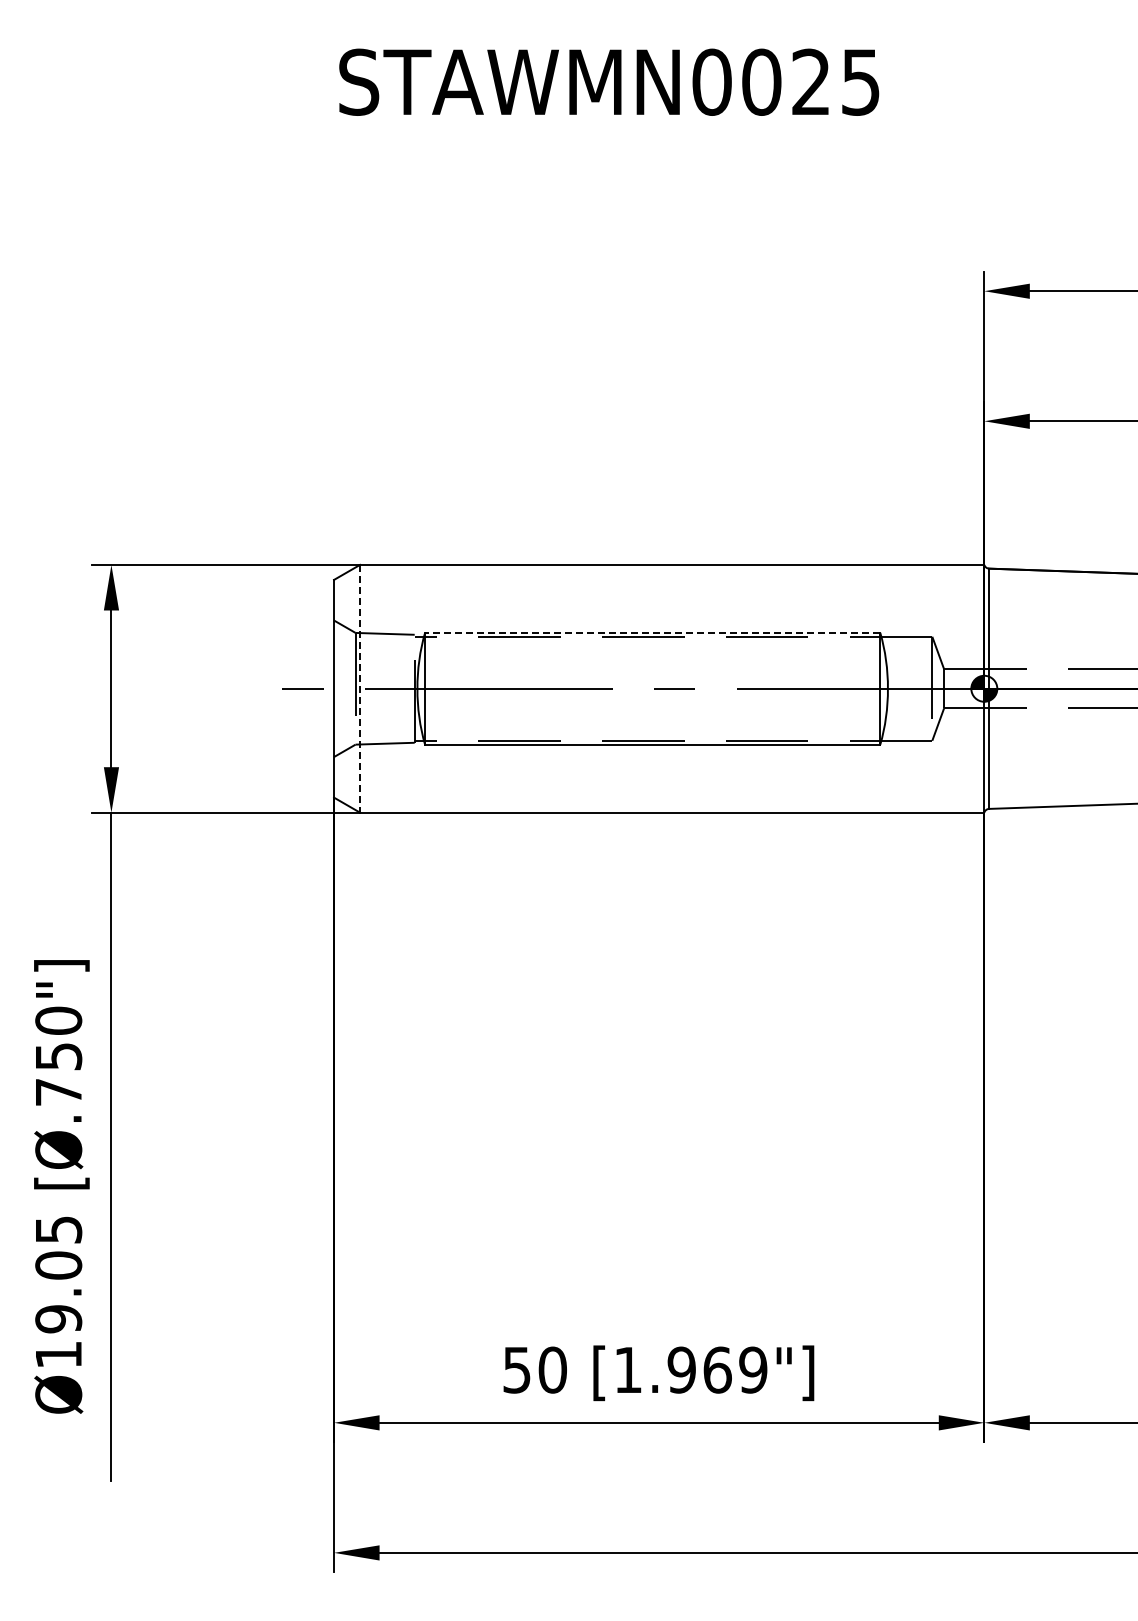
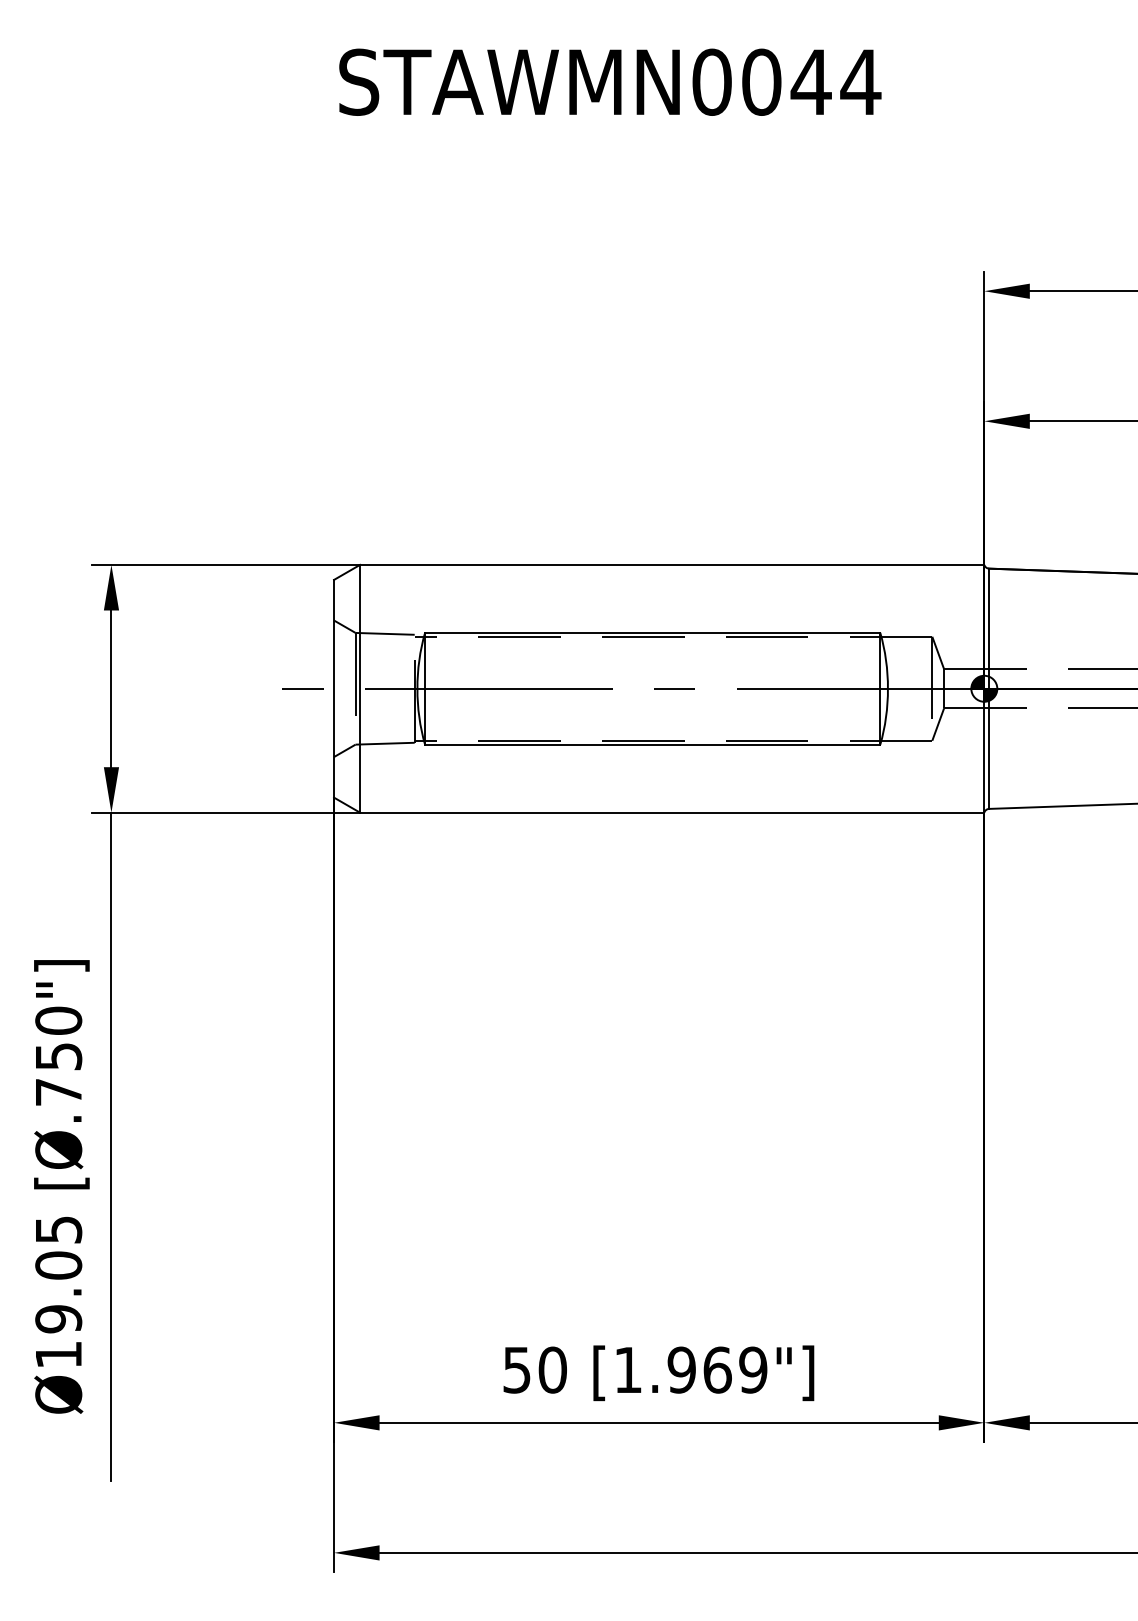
text at (835, 81): STAWMN0025 -> STAWMN0044
line at (652, 632): dashed -> solid
line at (360, 688): dashed -> solid
